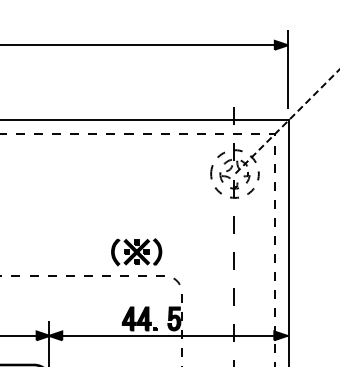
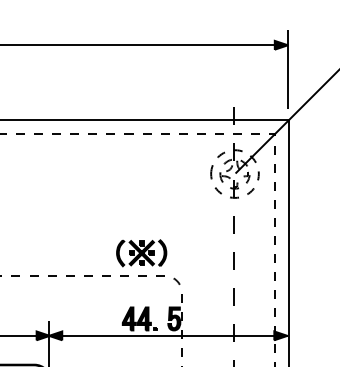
line at (287, 121): dashed -> solid
part at (136, 252) position: (136, 252) -> (141, 253)
